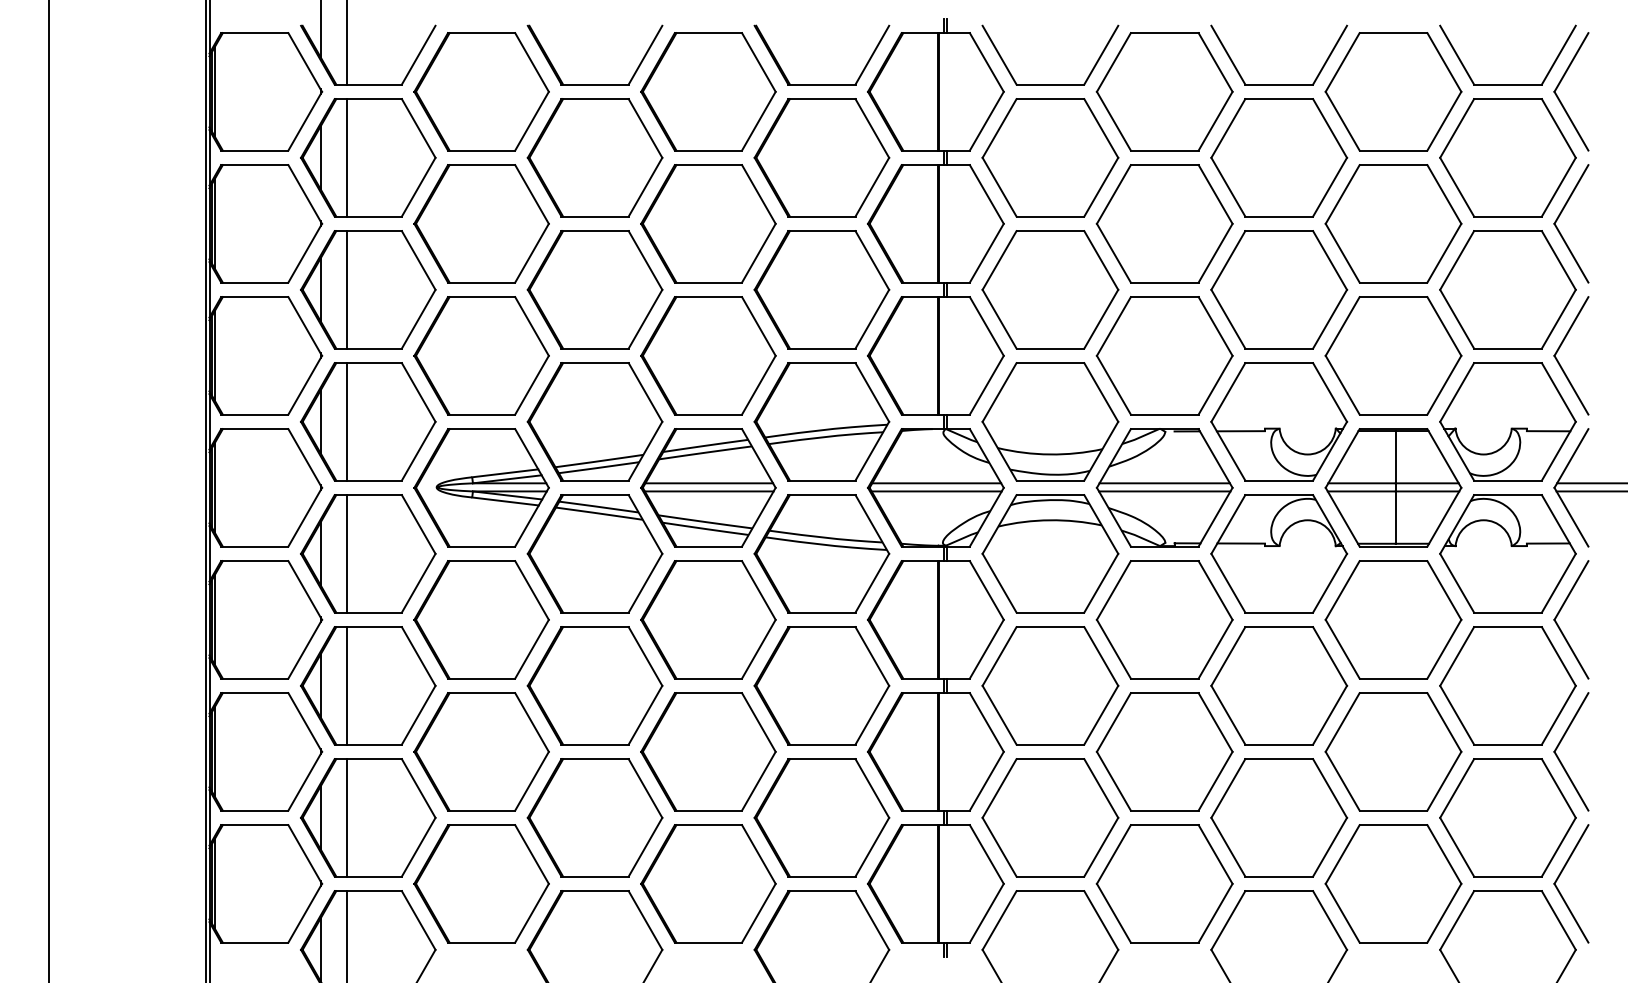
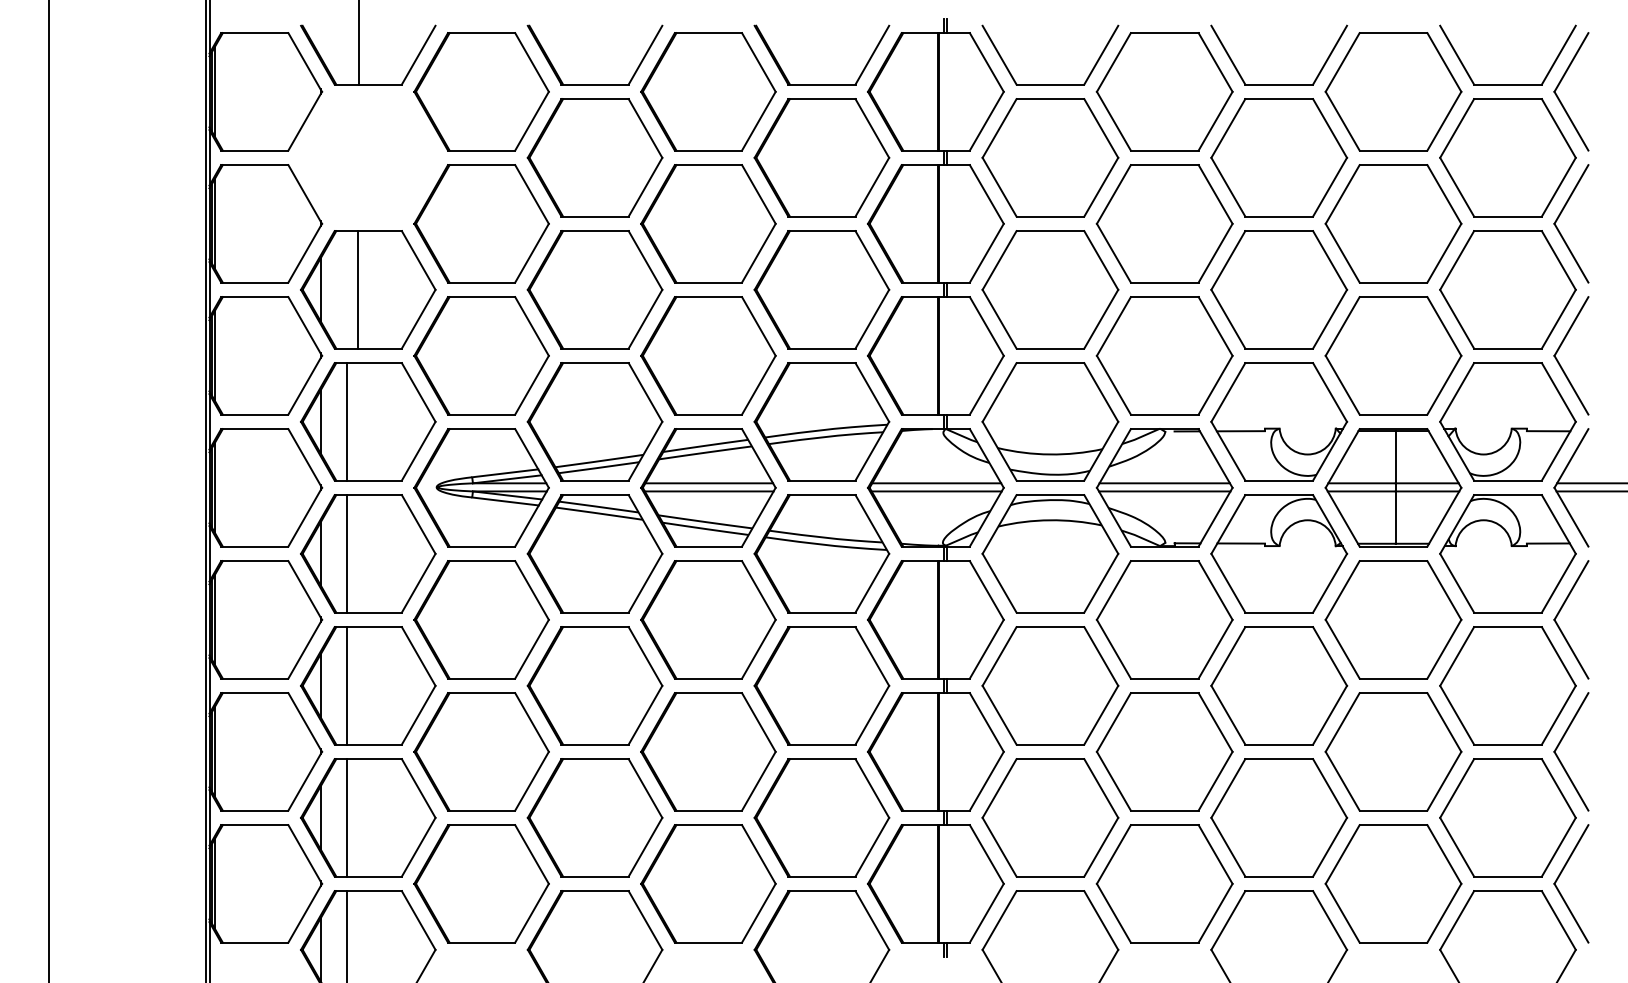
line at (320, 29): present -> none
line at (347, 43) position: (347, 43) -> (359, 43)
part at (368, 157): present -> none
line at (347, 289) position: (347, 289) -> (358, 289)
